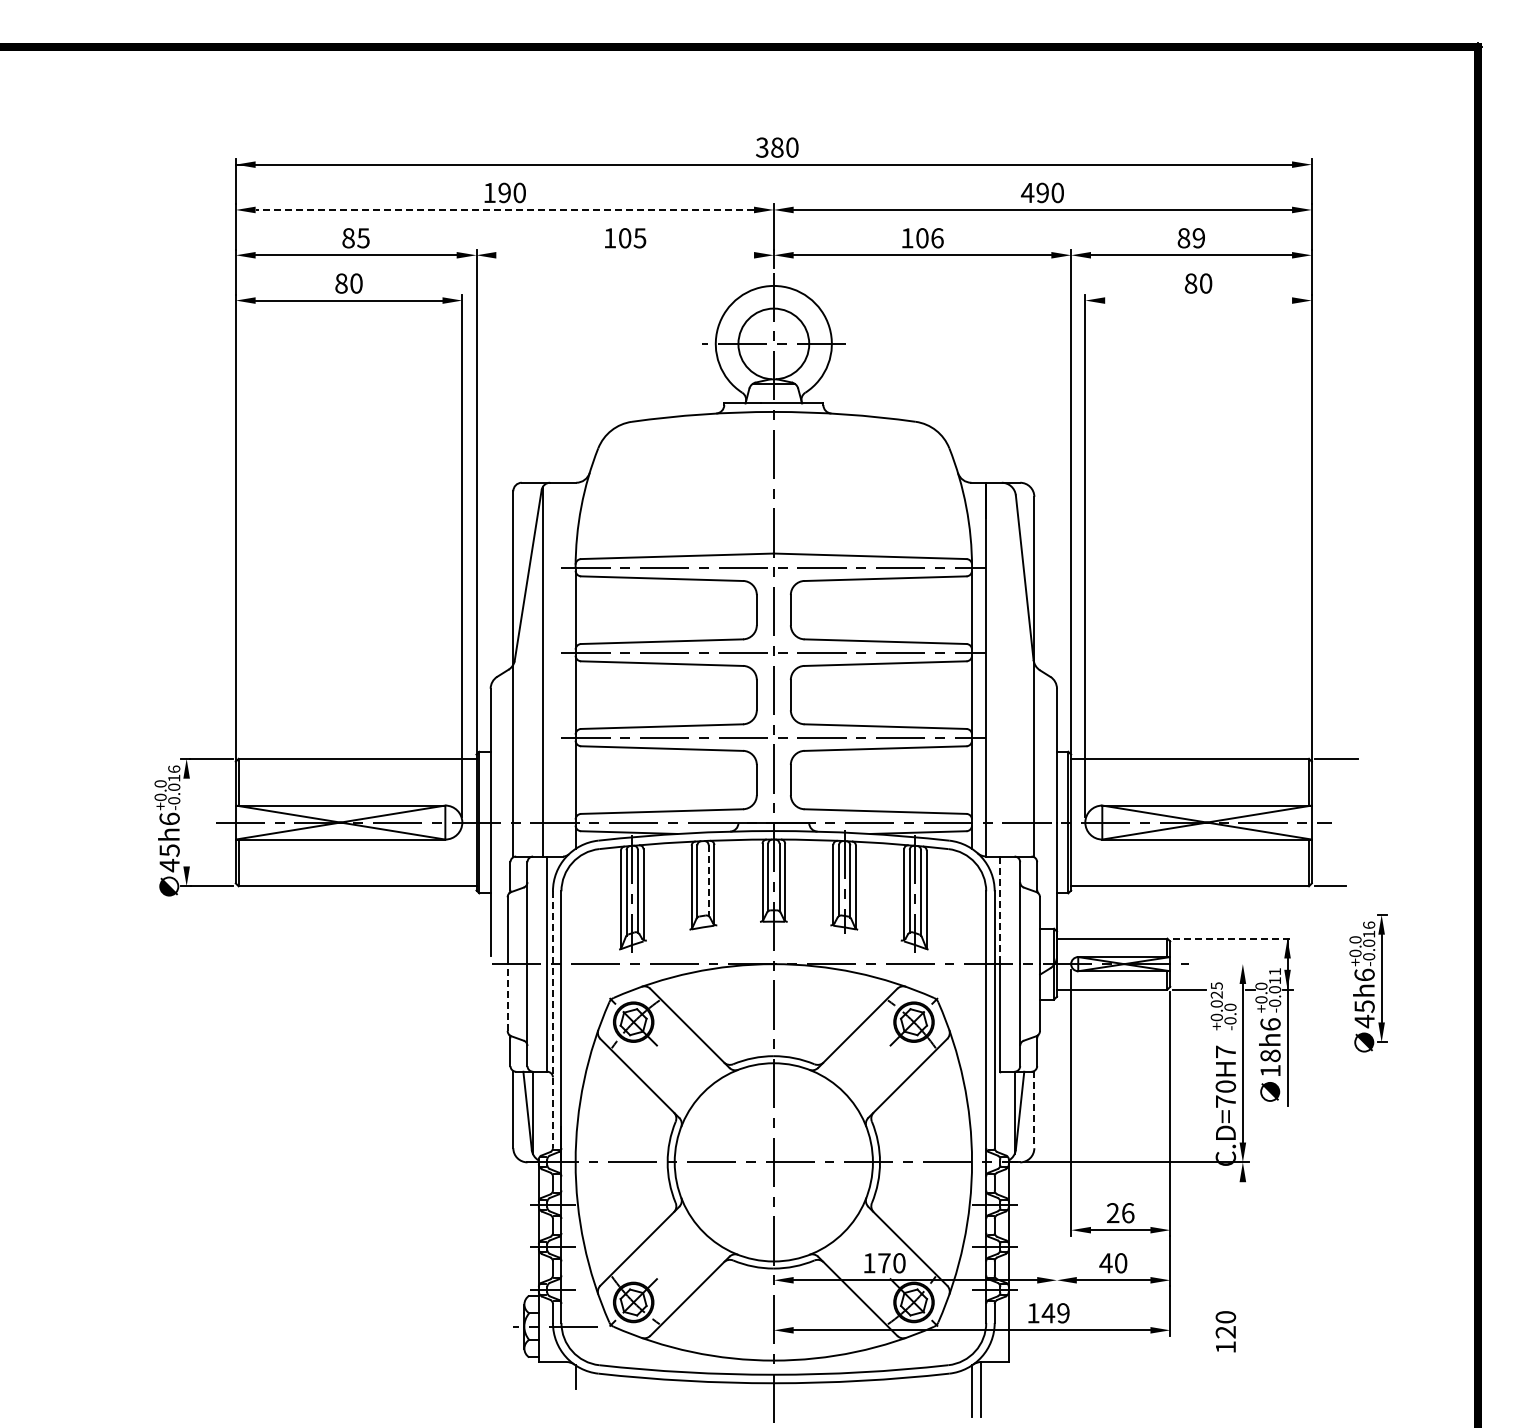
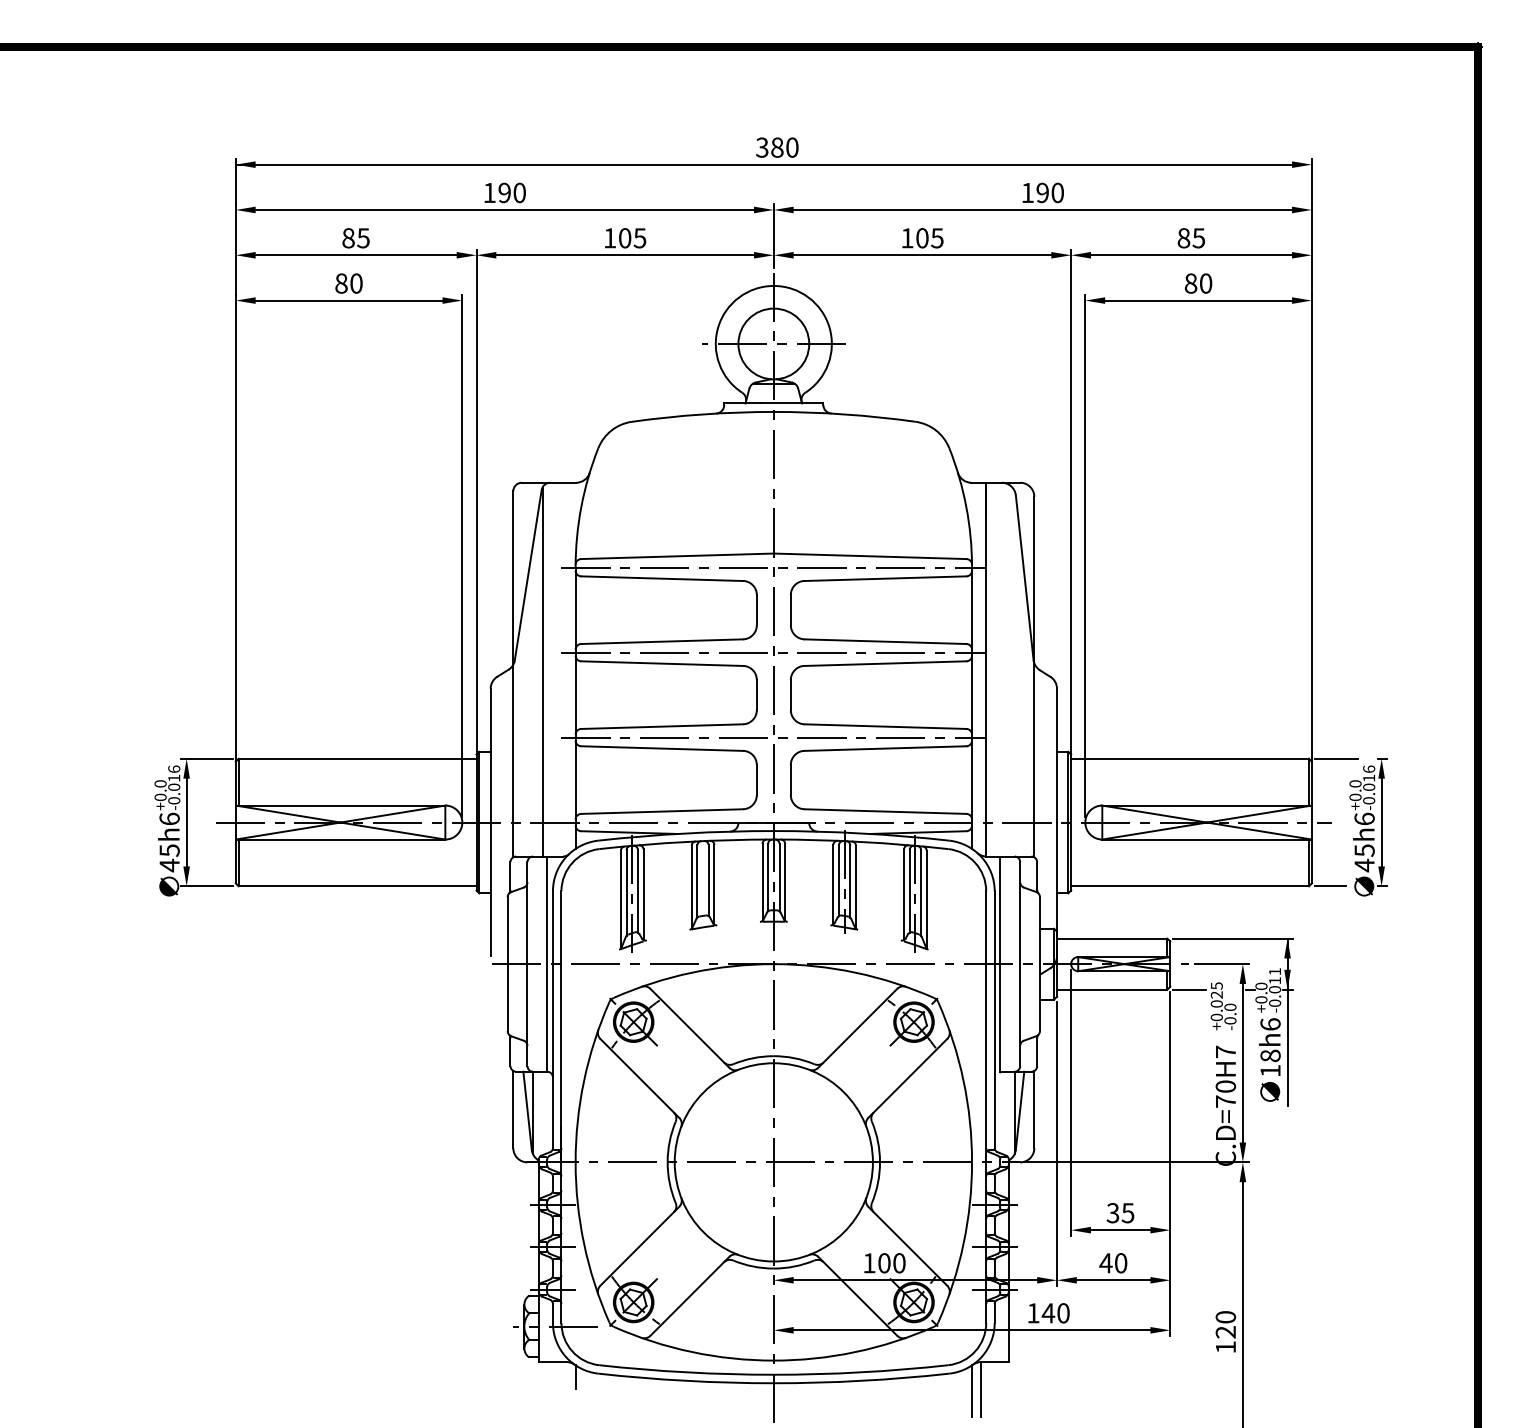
text at (1027, 192): 490 -> 190
line at (504, 209): dashed -> solid
text at (937, 238): 106 -> 105
text at (1198, 238): 89 -> 85
line at (625, 255): none -> present
line at (1198, 300): none -> present
line at (186, 822): none -> present
line at (708, 881): dashed -> solid
line at (1000, 910): dashed -> solid
line at (1233, 938): dashed -> solid
line at (1221, 964): none -> present
part at (1368, 983) position: (1368, 983) -> (1368, 827)
line at (507, 997): dashed -> solid
line at (552, 1020): dashed -> solid
line at (1034, 1109): dashed -> solid
line at (1057, 1143): none -> present
text at (1120, 1213): 26 -> 35
text at (884, 1263): 170 -> 100
line at (1242, 1303): none -> present
text at (1063, 1313): 149 -> 140
